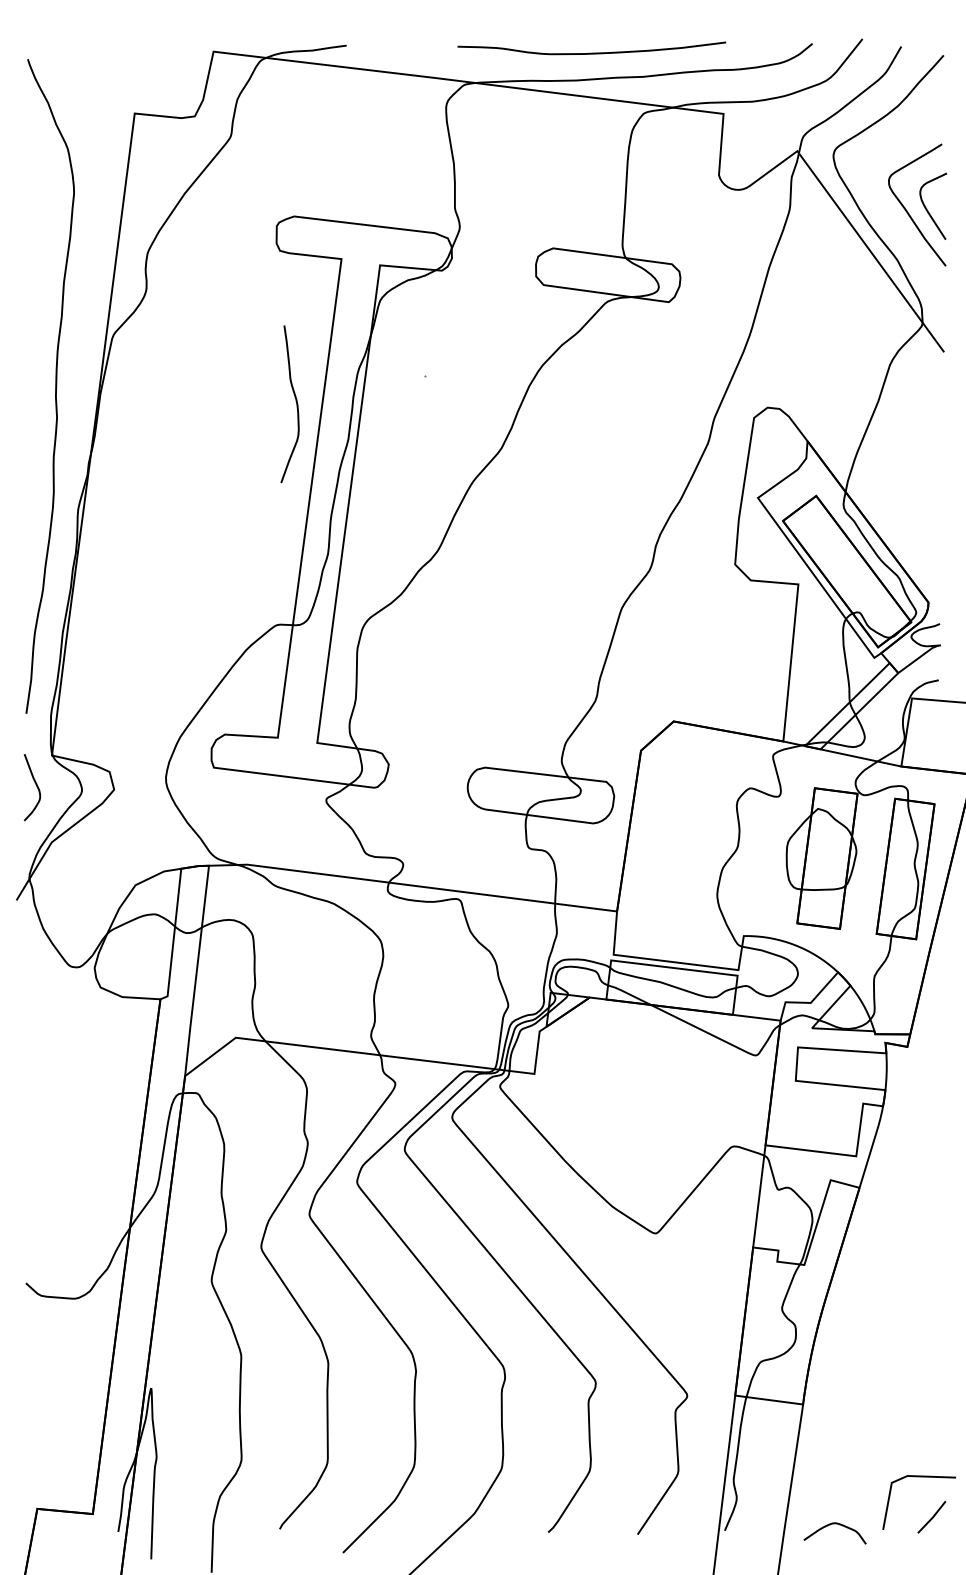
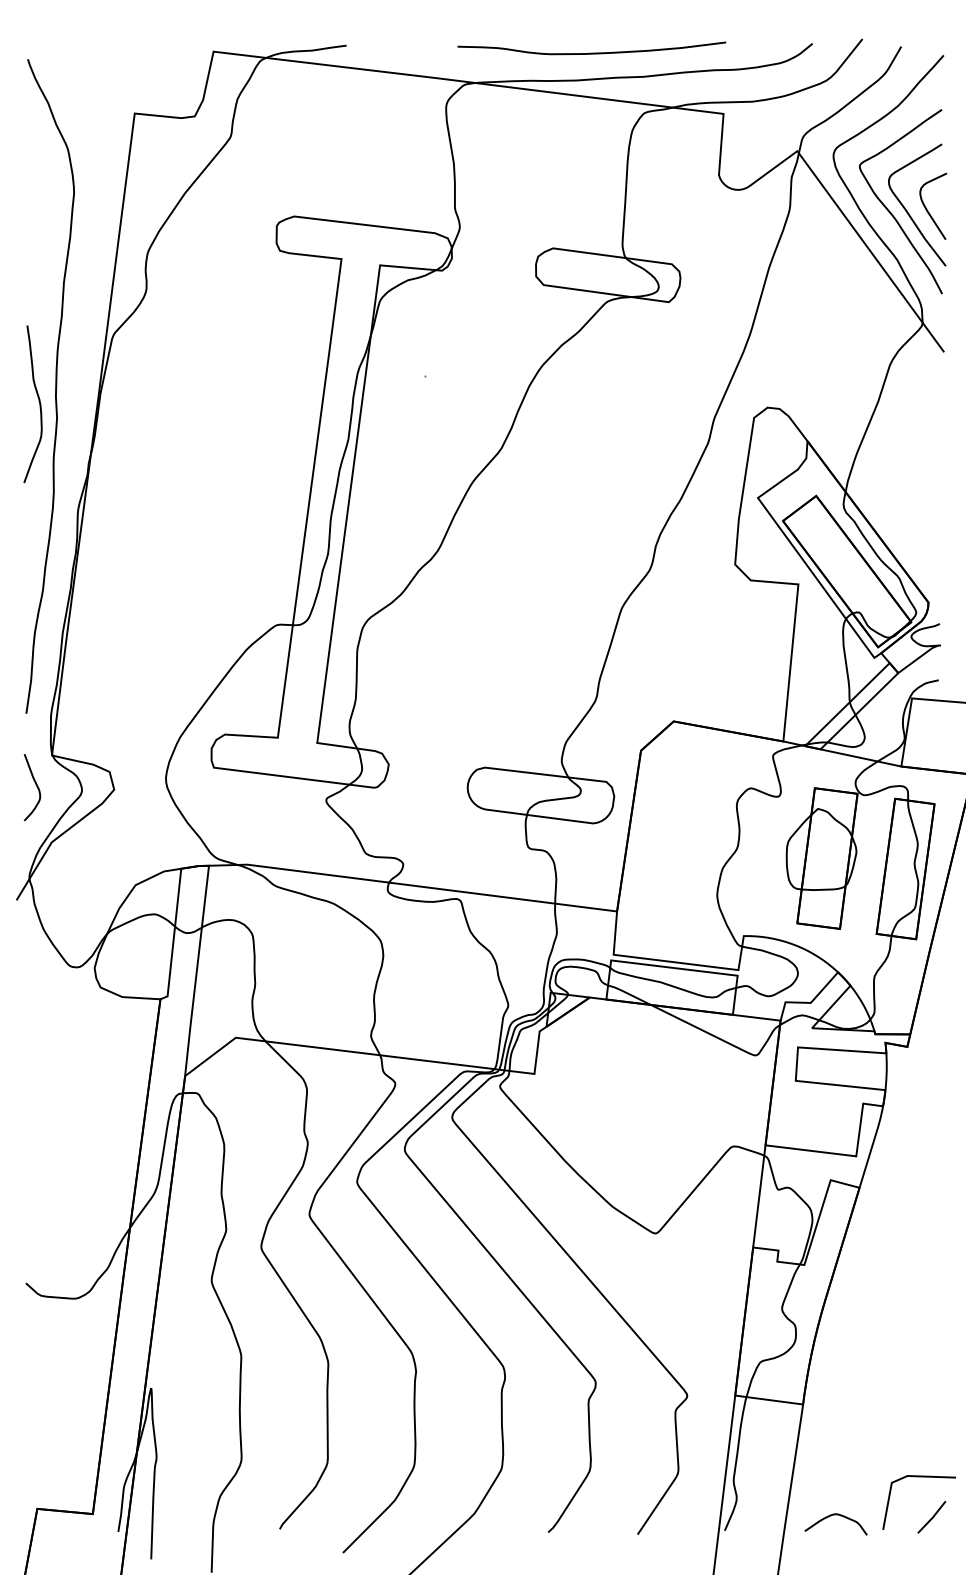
curve at (890, 211): none -> present
curve at (295, 401) position: (295, 401) -> (38, 401)
curve at (830, 1525) position: (830, 1525) -> (831, 1516)
